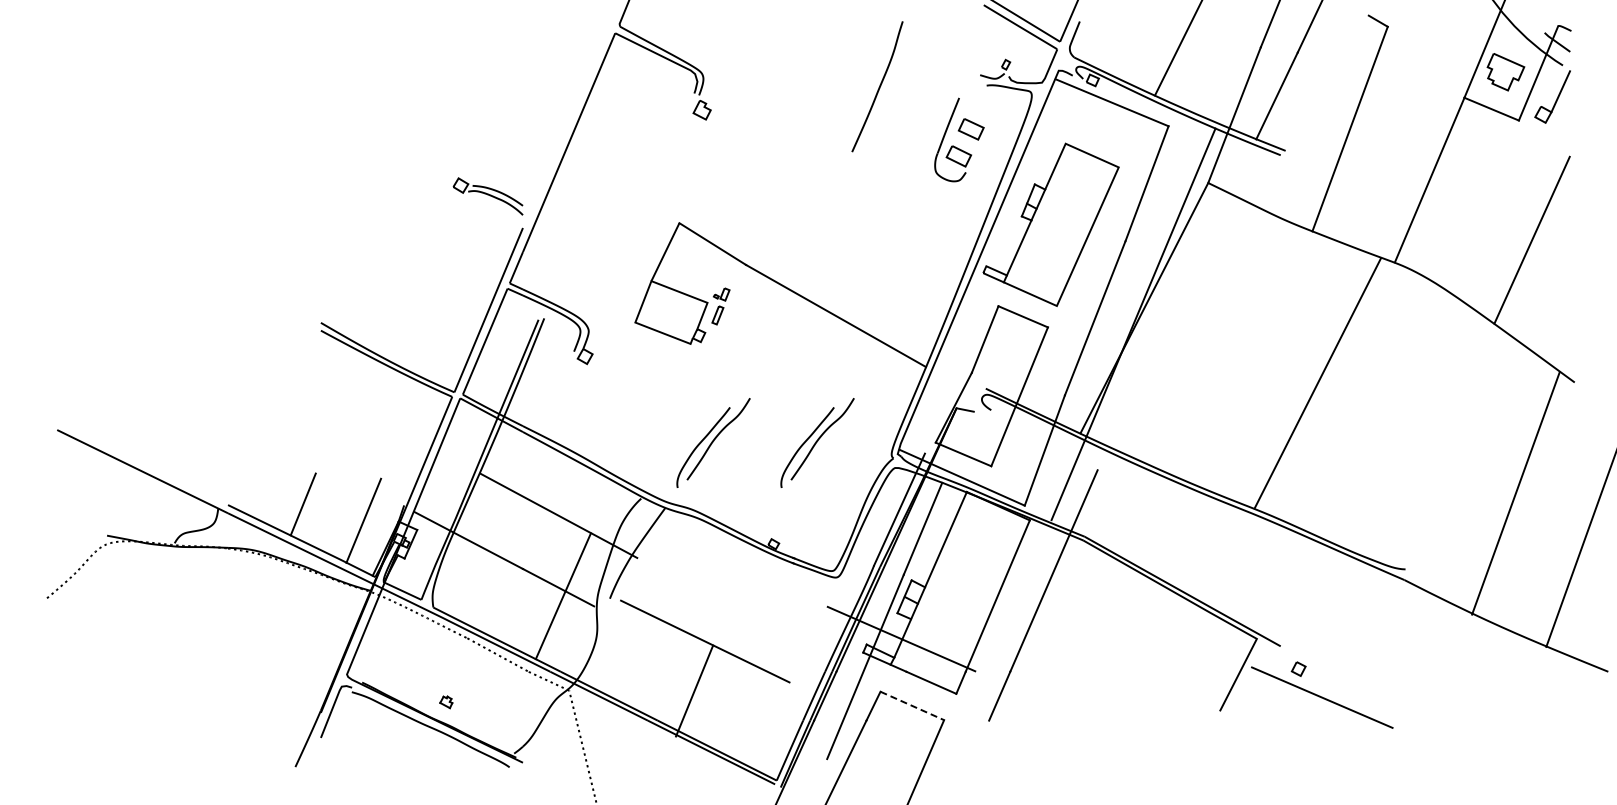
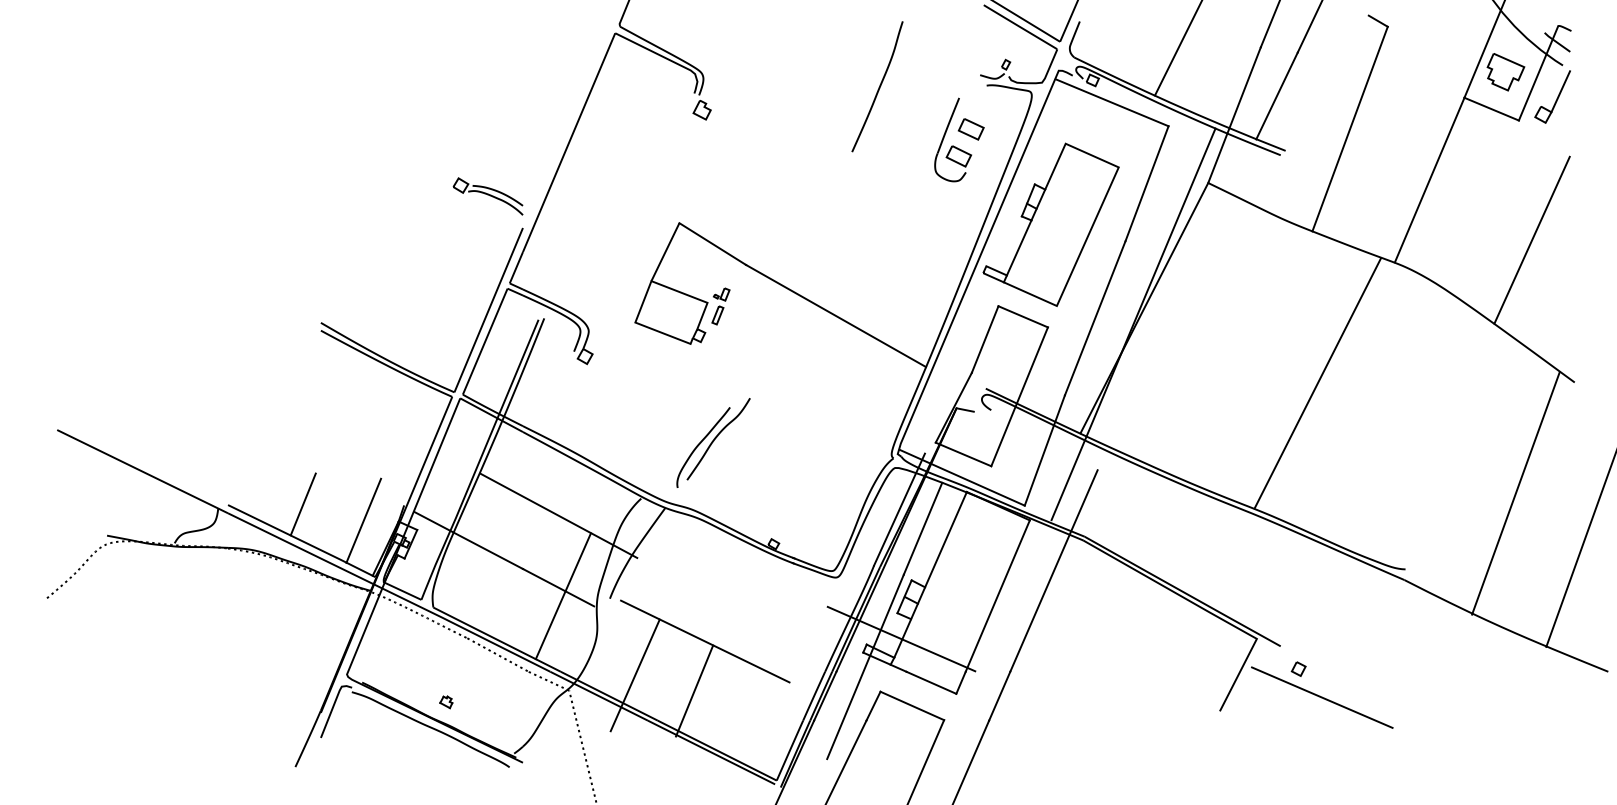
part at (817, 442): present -> none
line at (634, 675): none -> present
line at (912, 705): dashed -> solid
line at (971, 760): none -> present
